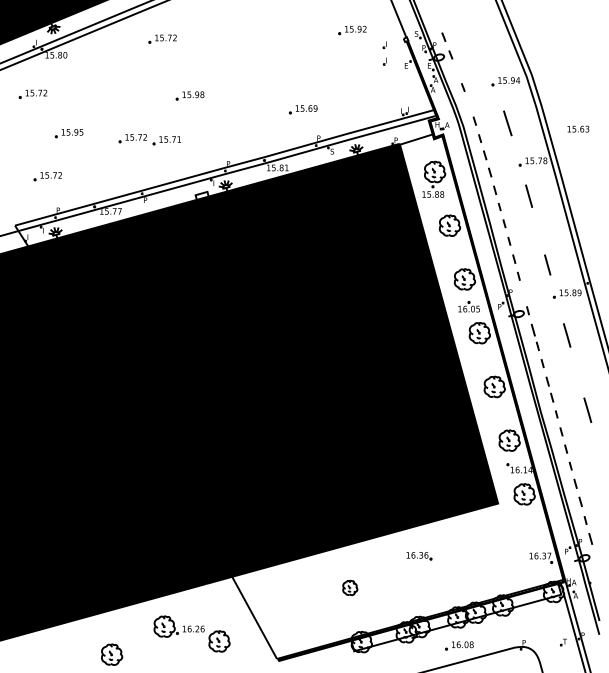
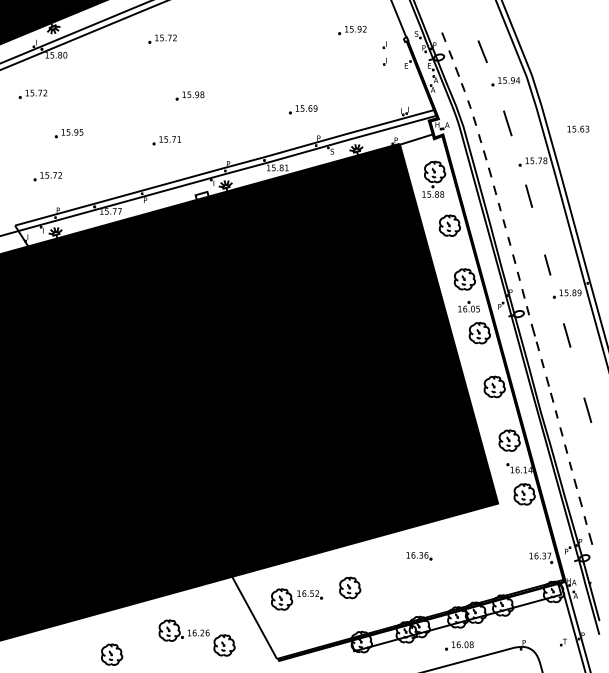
line at (482, 51): none -> present
line at (456, 71): none -> present
line at (469, 104): none -> present
part at (132, 138): present -> none
line at (523, 293): none -> present
part at (350, 587) size: 17x18 px -> 23x24 px
part at (296, 599): none -> present
part at (191, 633) position: (191, 633) -> (196, 637)
